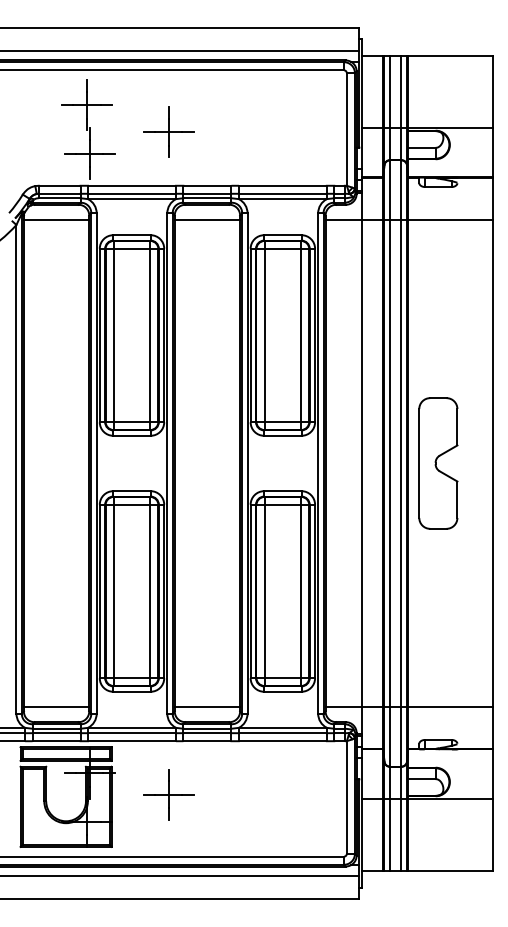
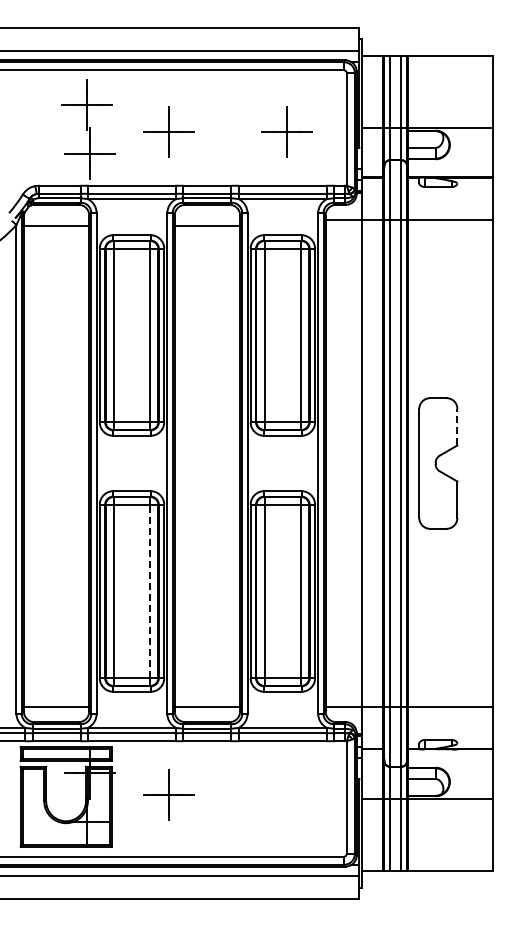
part at (286, 131): none -> present
line at (56, 219) position: (56, 219) -> (56, 225)
line at (207, 219) position: (207, 219) -> (207, 225)
line at (457, 426): solid -> dashed
line at (150, 590): solid -> dashed
